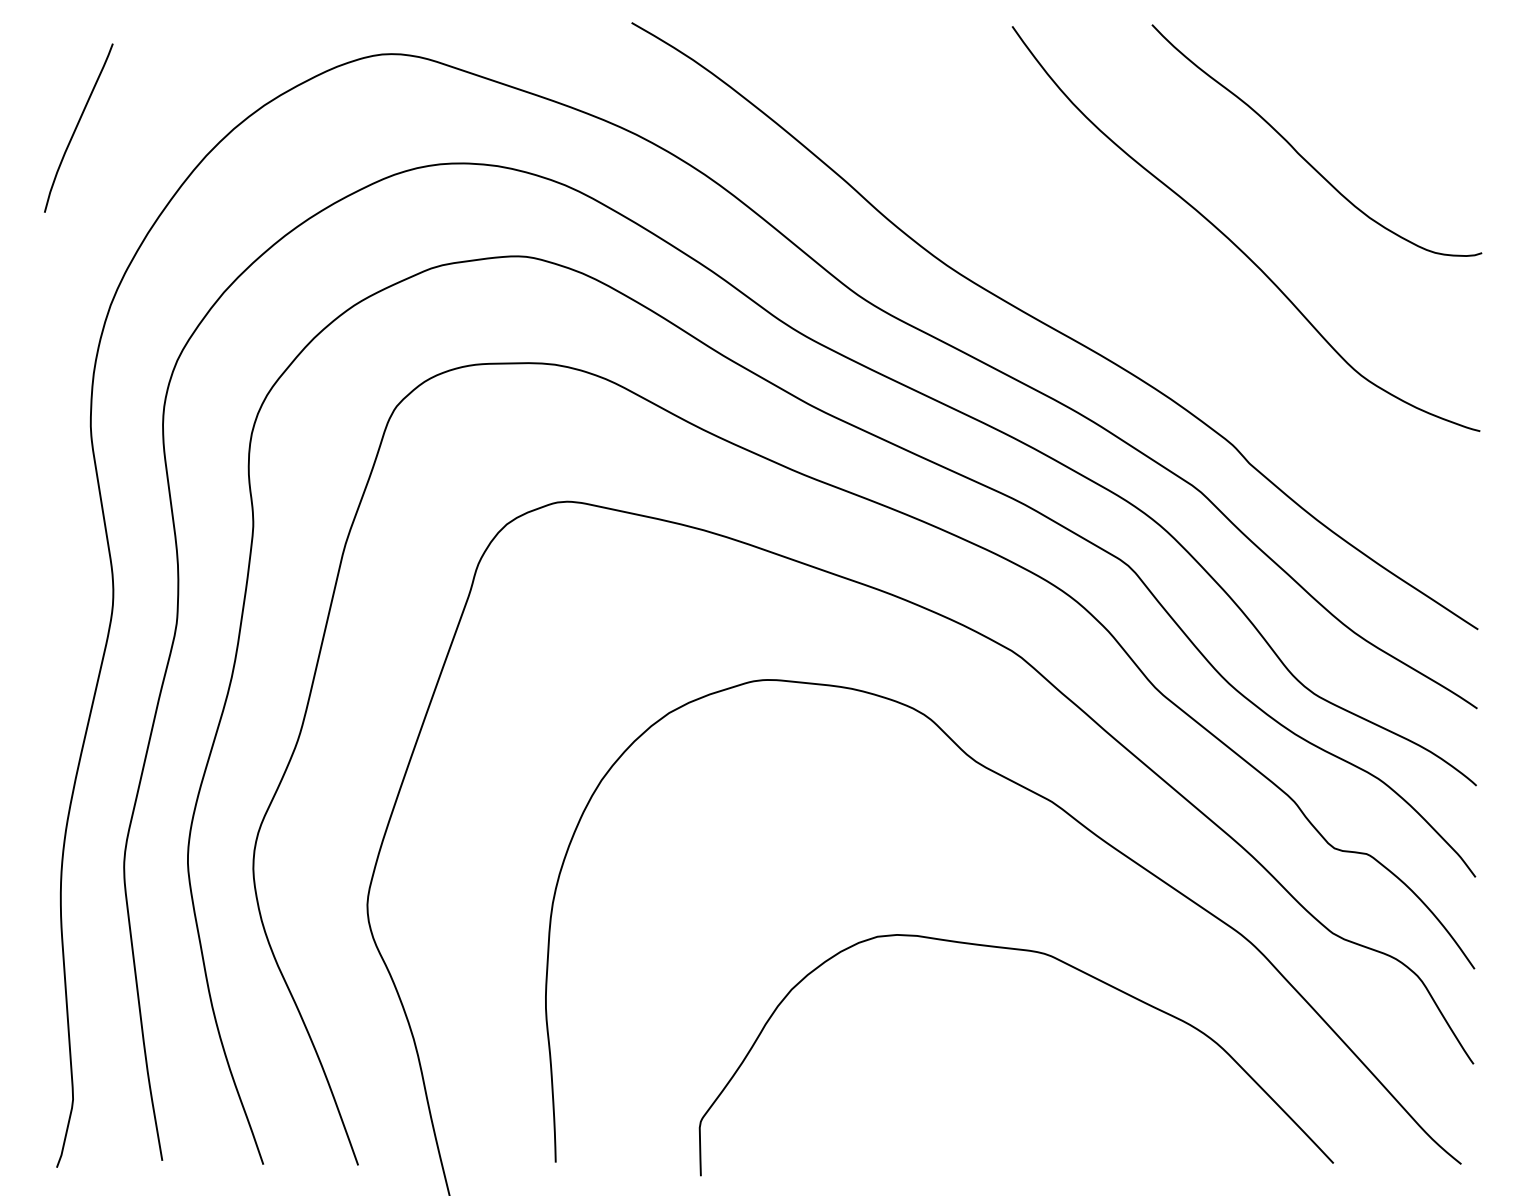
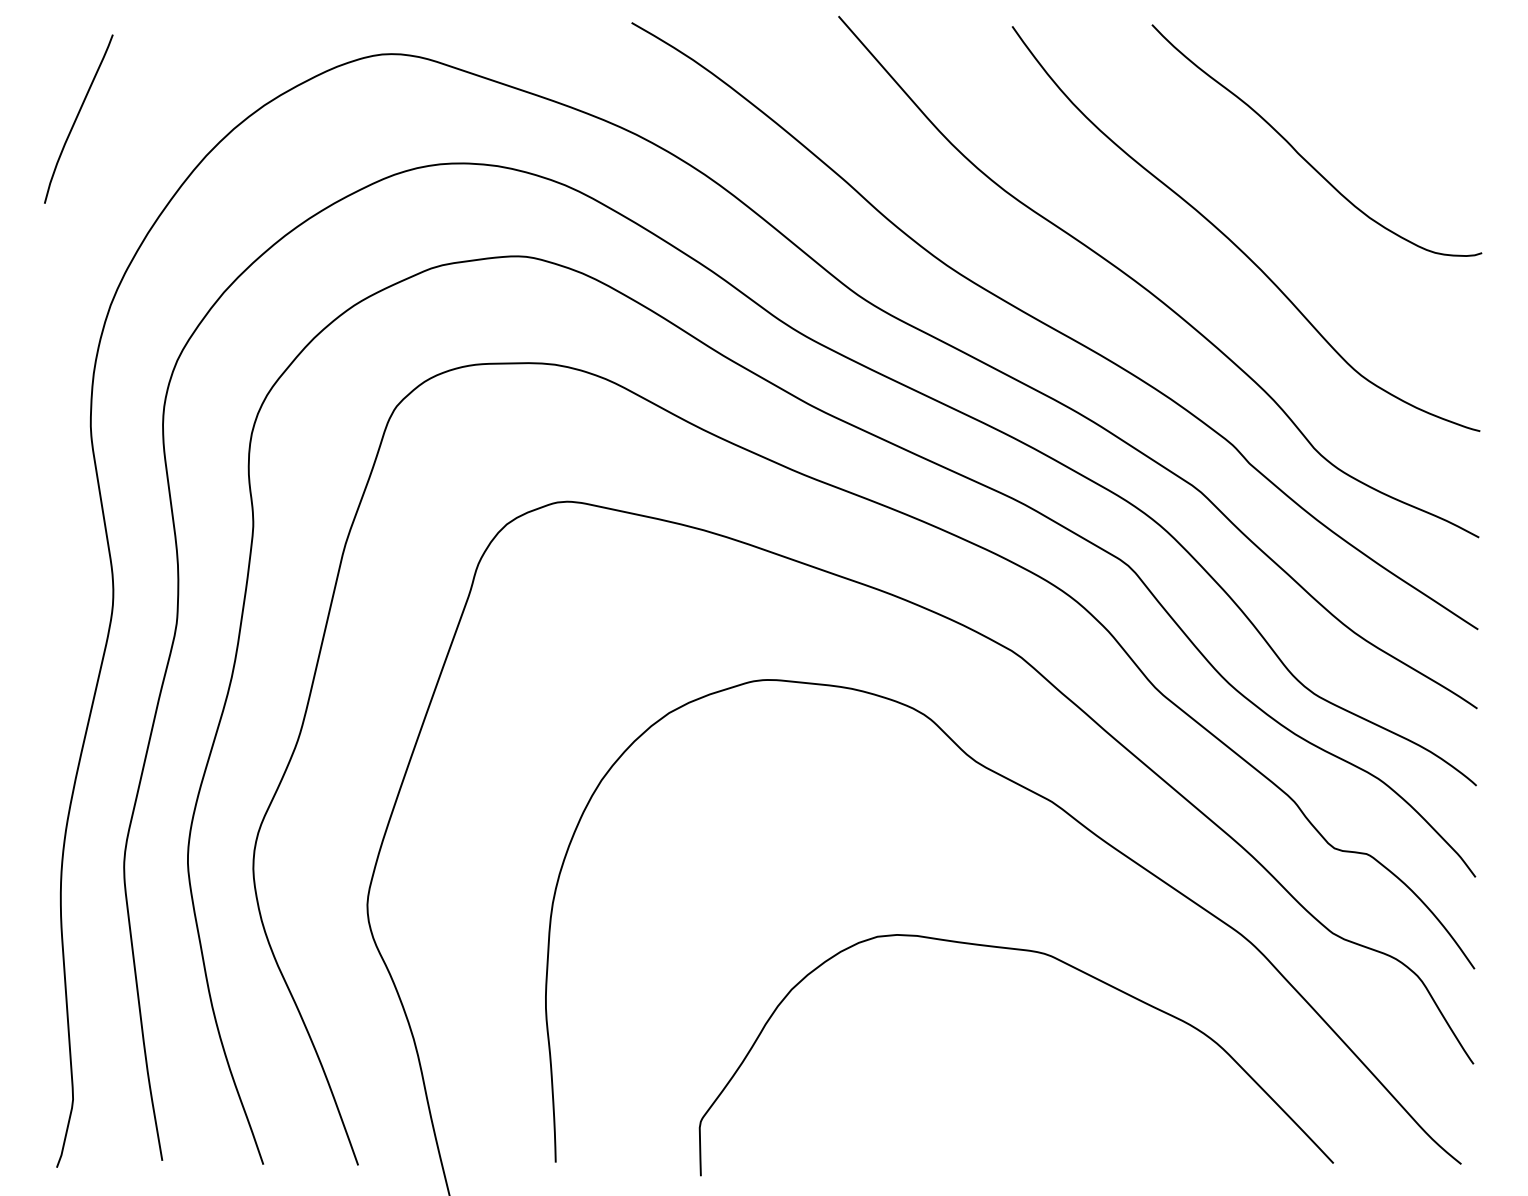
curve at (77, 127) position: (77, 127) -> (77, 118)
curve at (1148, 289): none -> present
